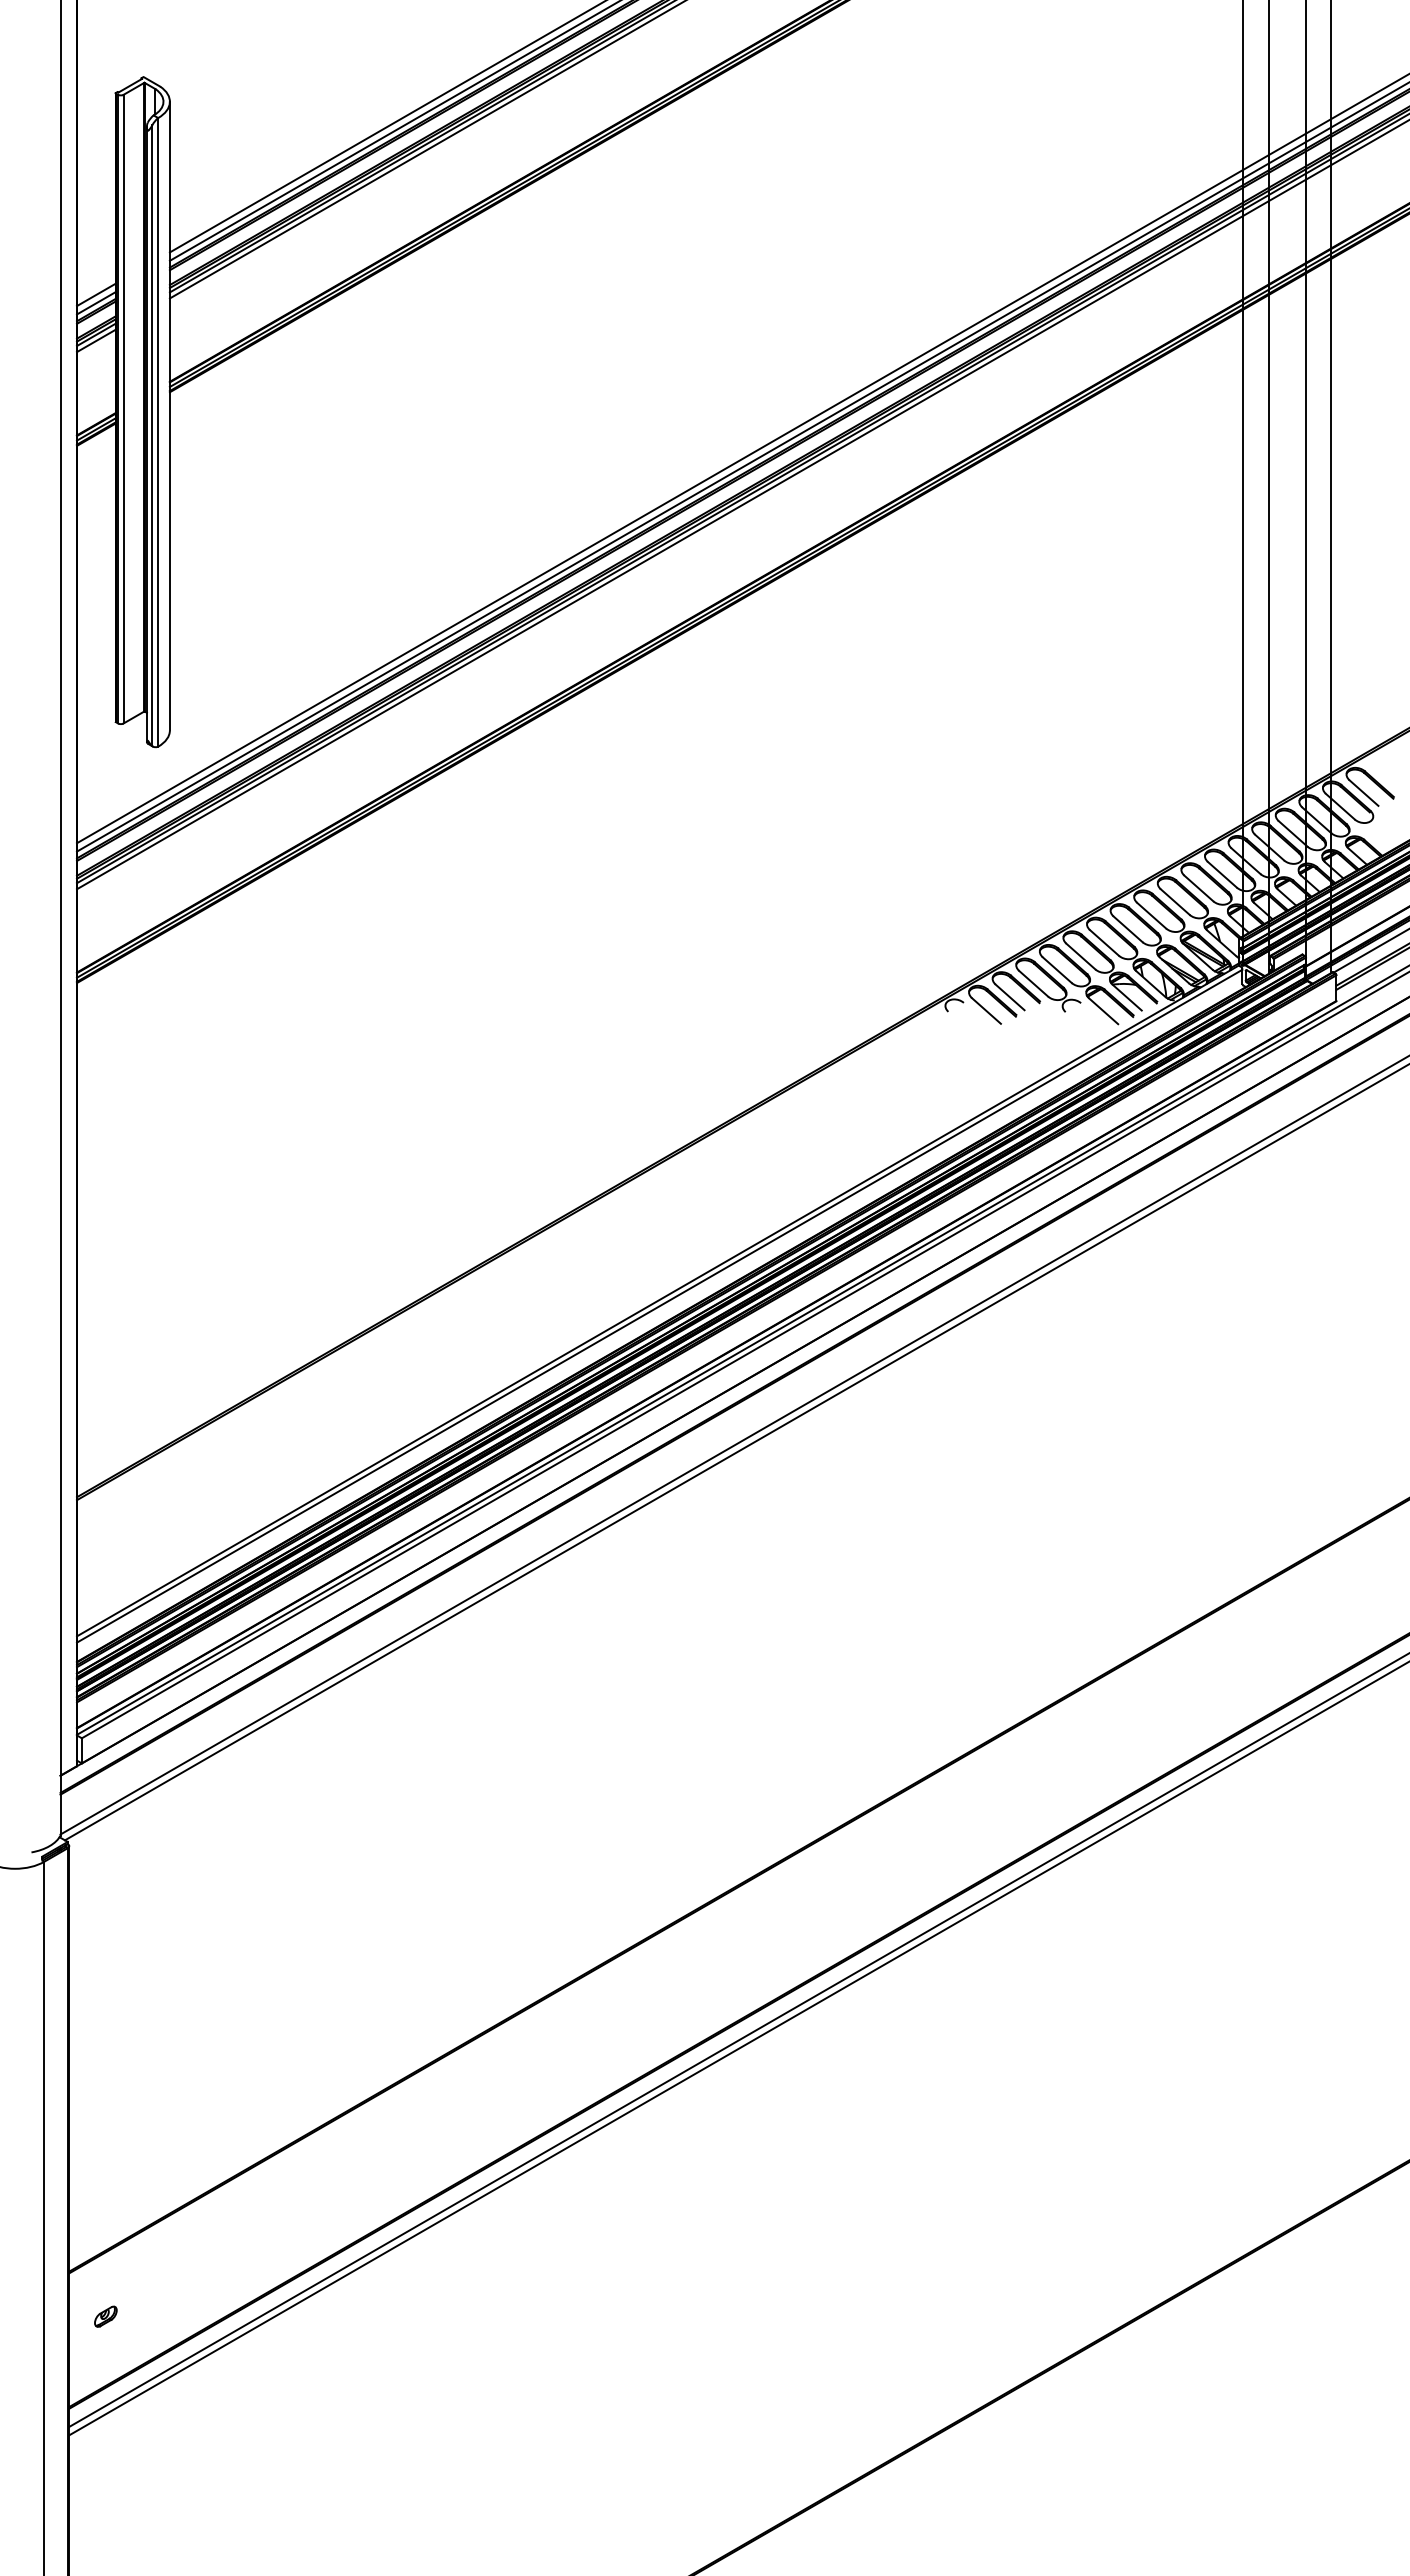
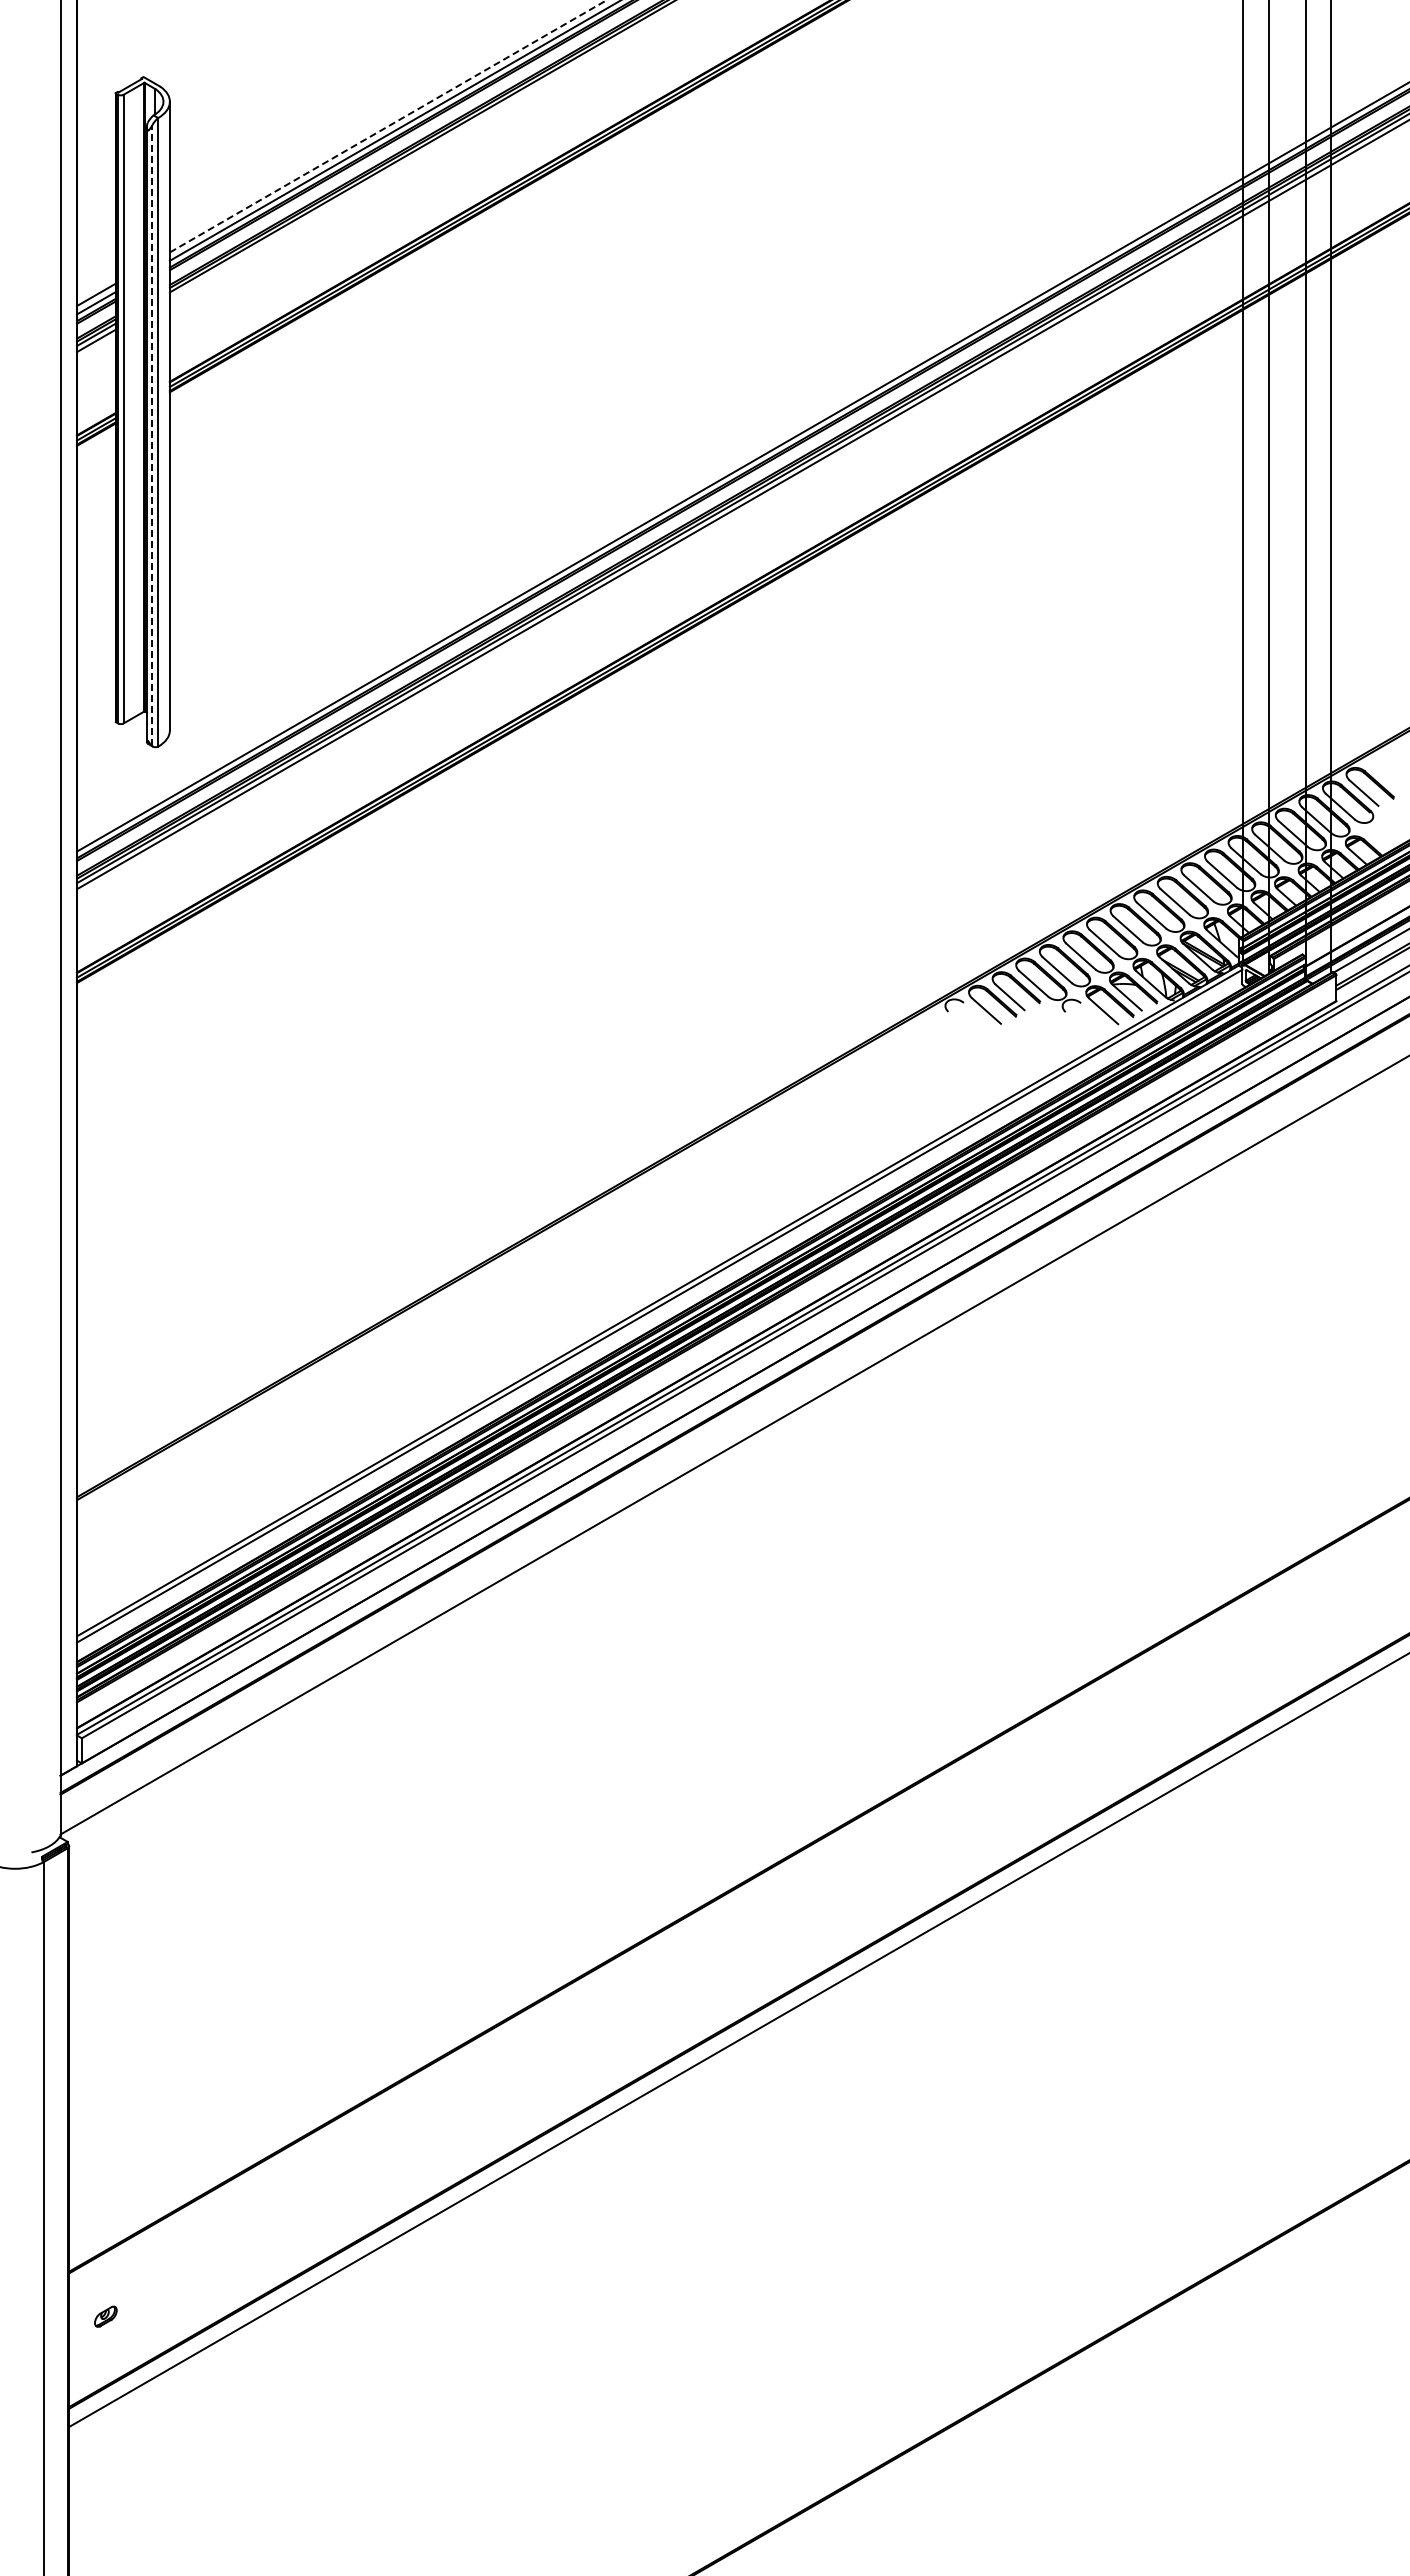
line at (388, 125): solid -> dashed
line at (425, 150): present -> none
line at (152, 435): solid -> dashed
line at (741, 459): present -> none
line at (735, 1452): present -> none
line at (737, 2049): present -> none
